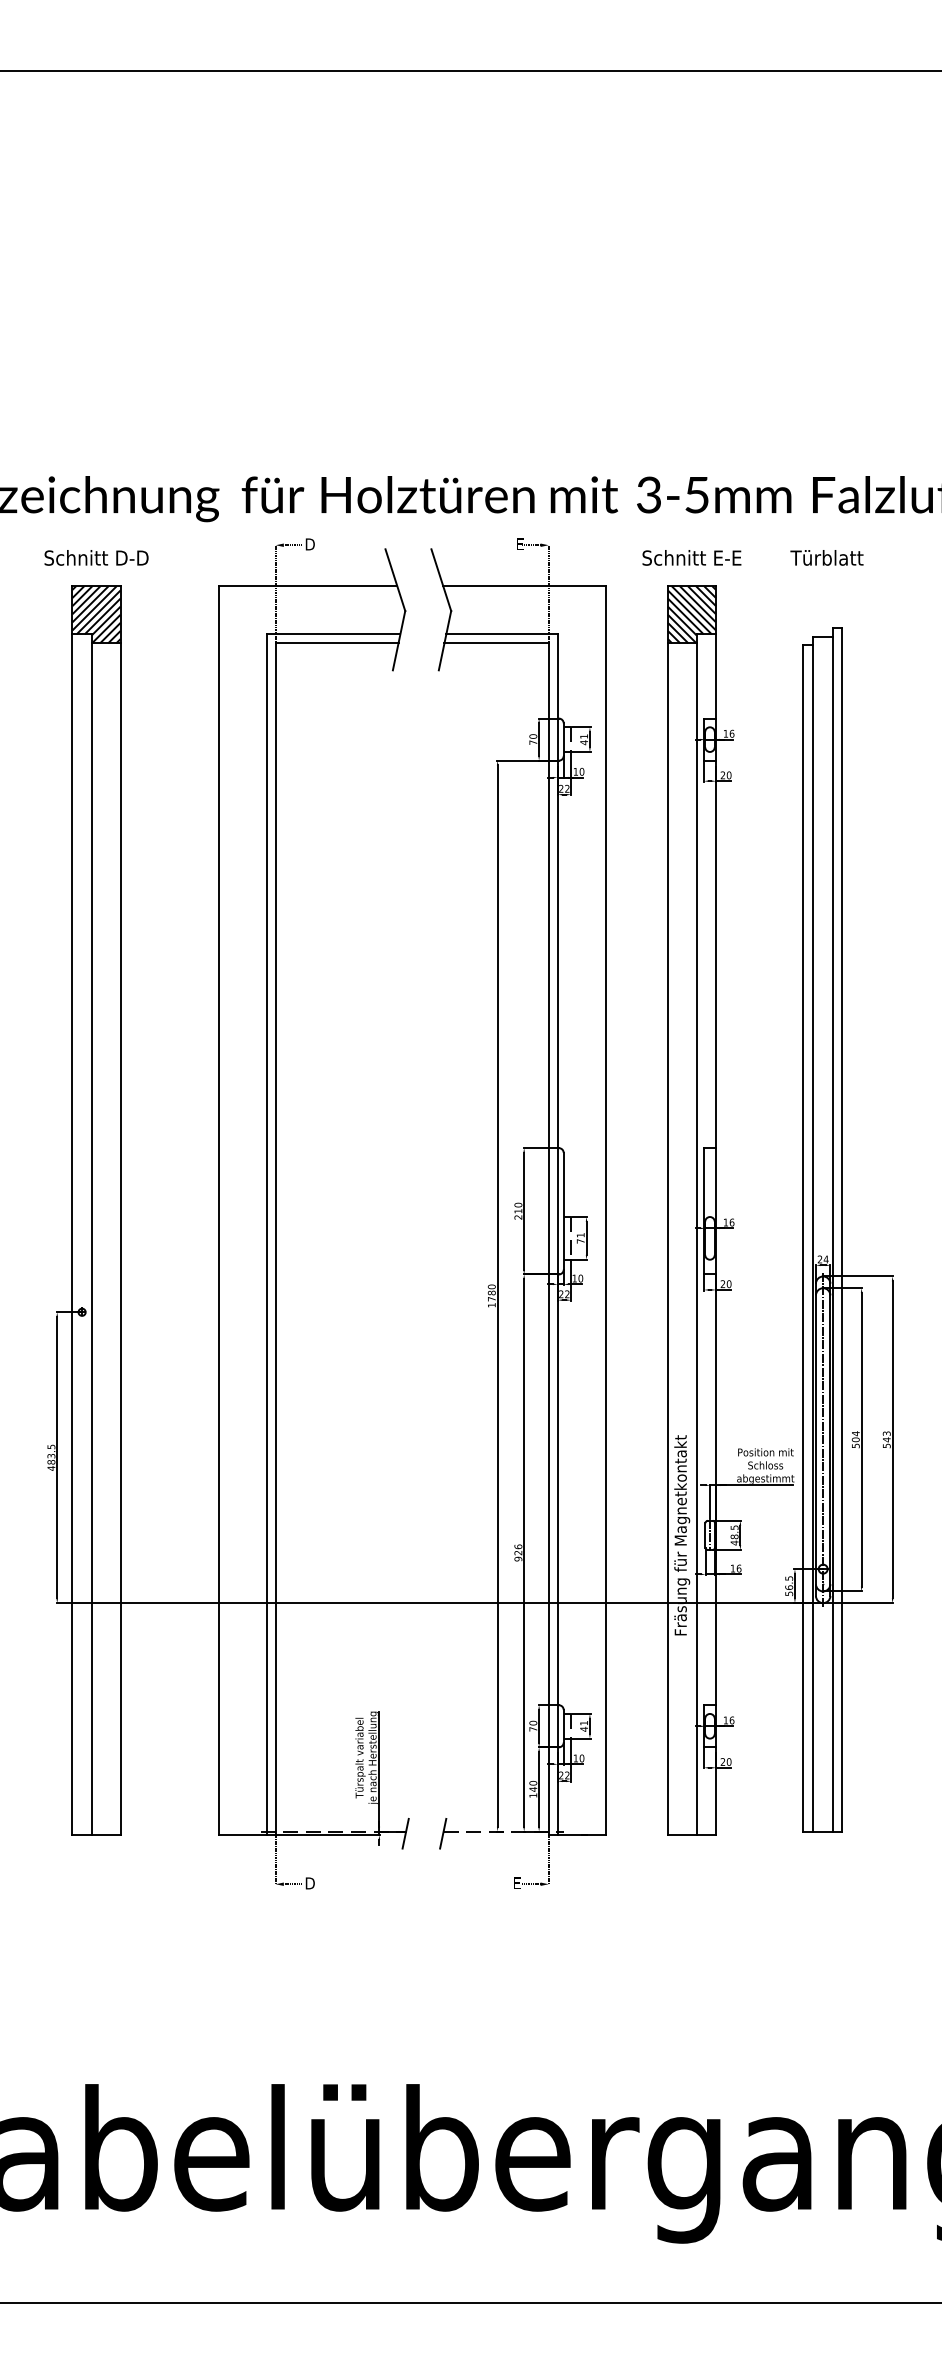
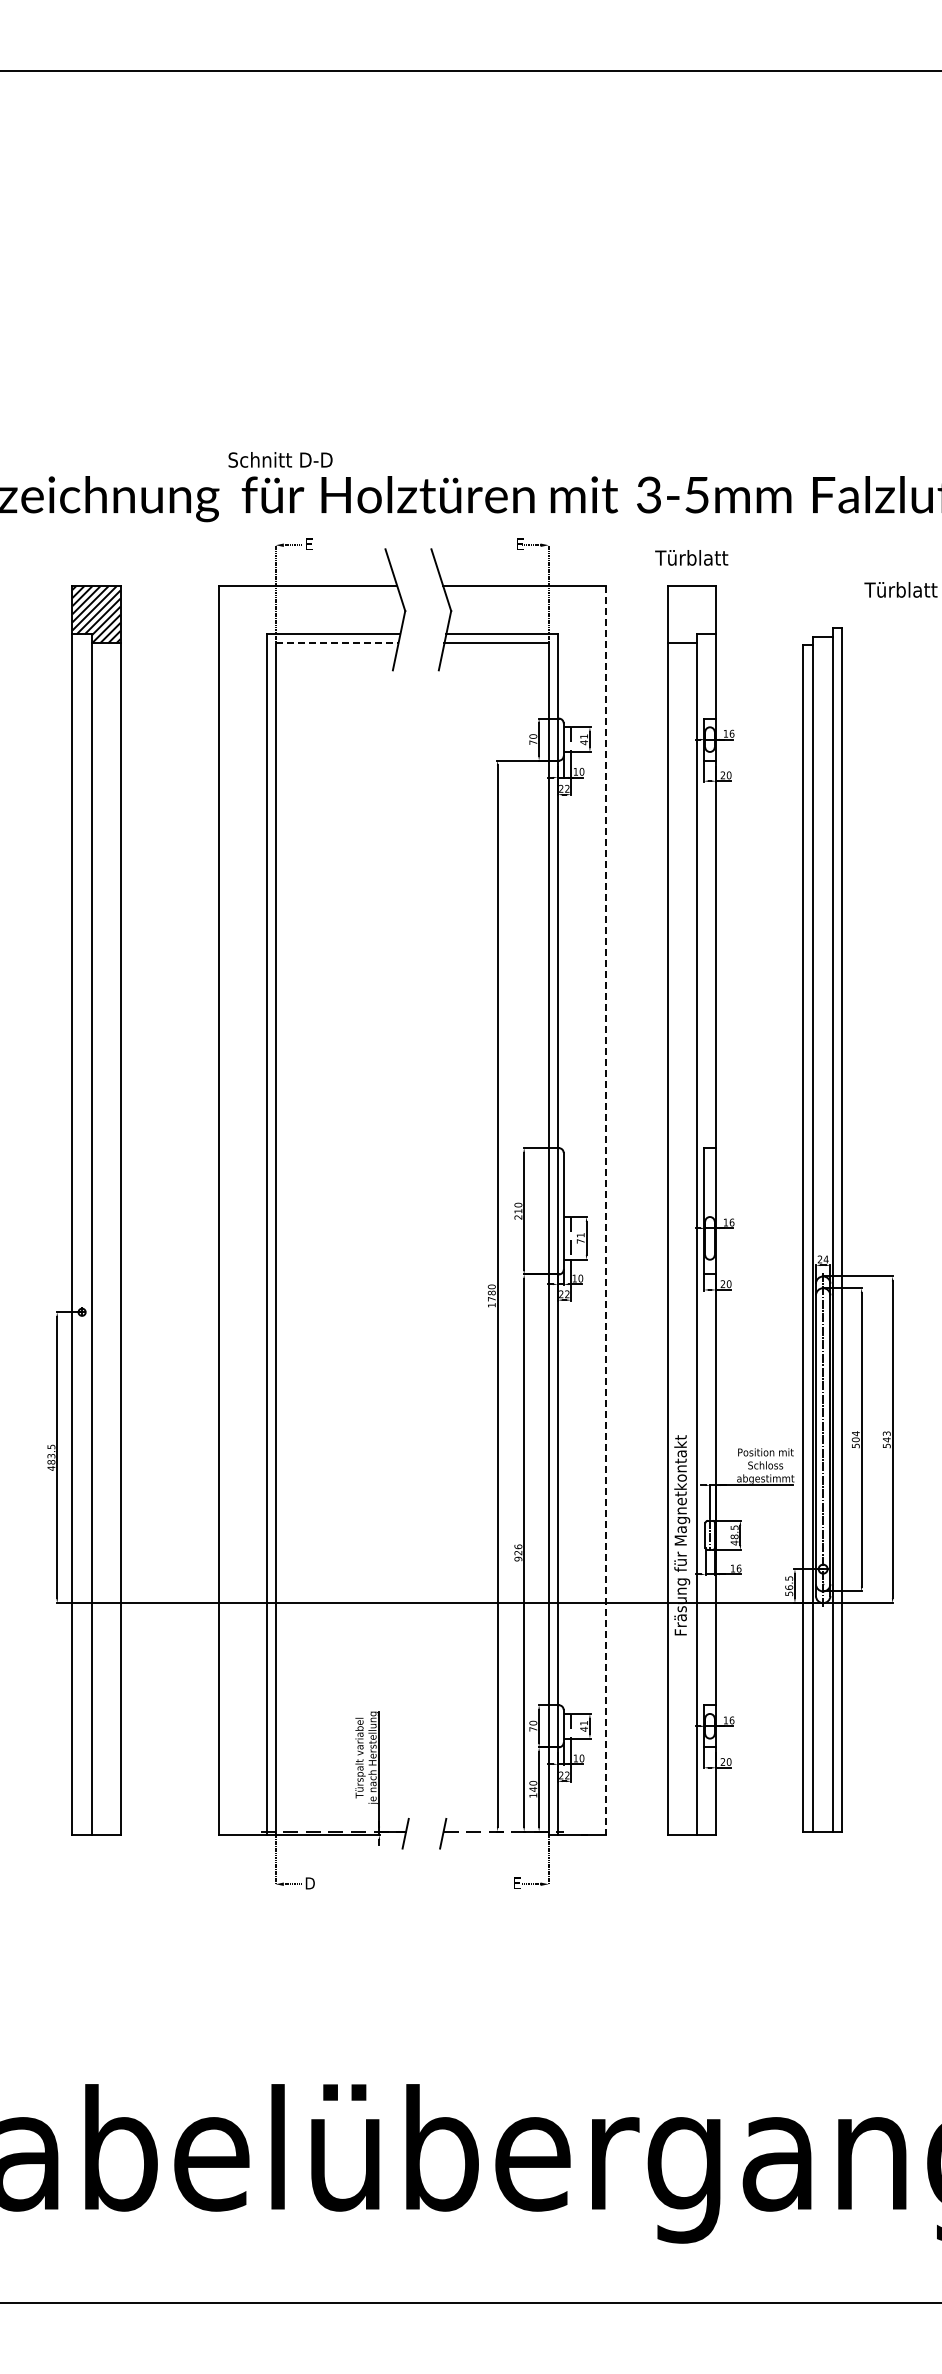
text at (309, 544): D -> E
text at (96, 557) position: (96, 557) -> (280, 459)
text at (691, 557): Schnitt E-E -> Türblatt
text at (826, 557) position: (826, 557) -> (900, 589)
hatch at (691, 614): present -> none
line at (337, 643): solid -> dashed
line at (605, 1211): solid -> dashed
